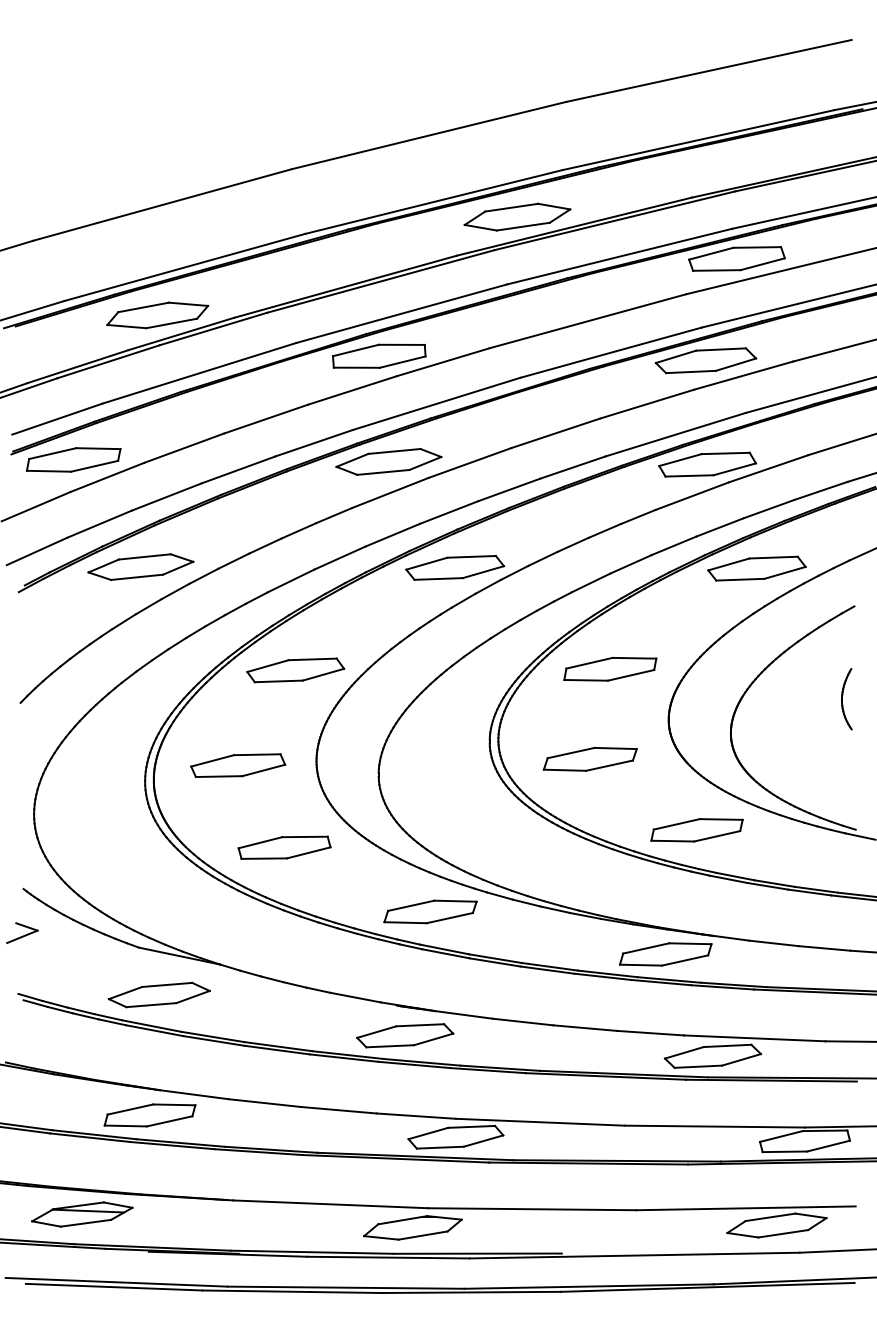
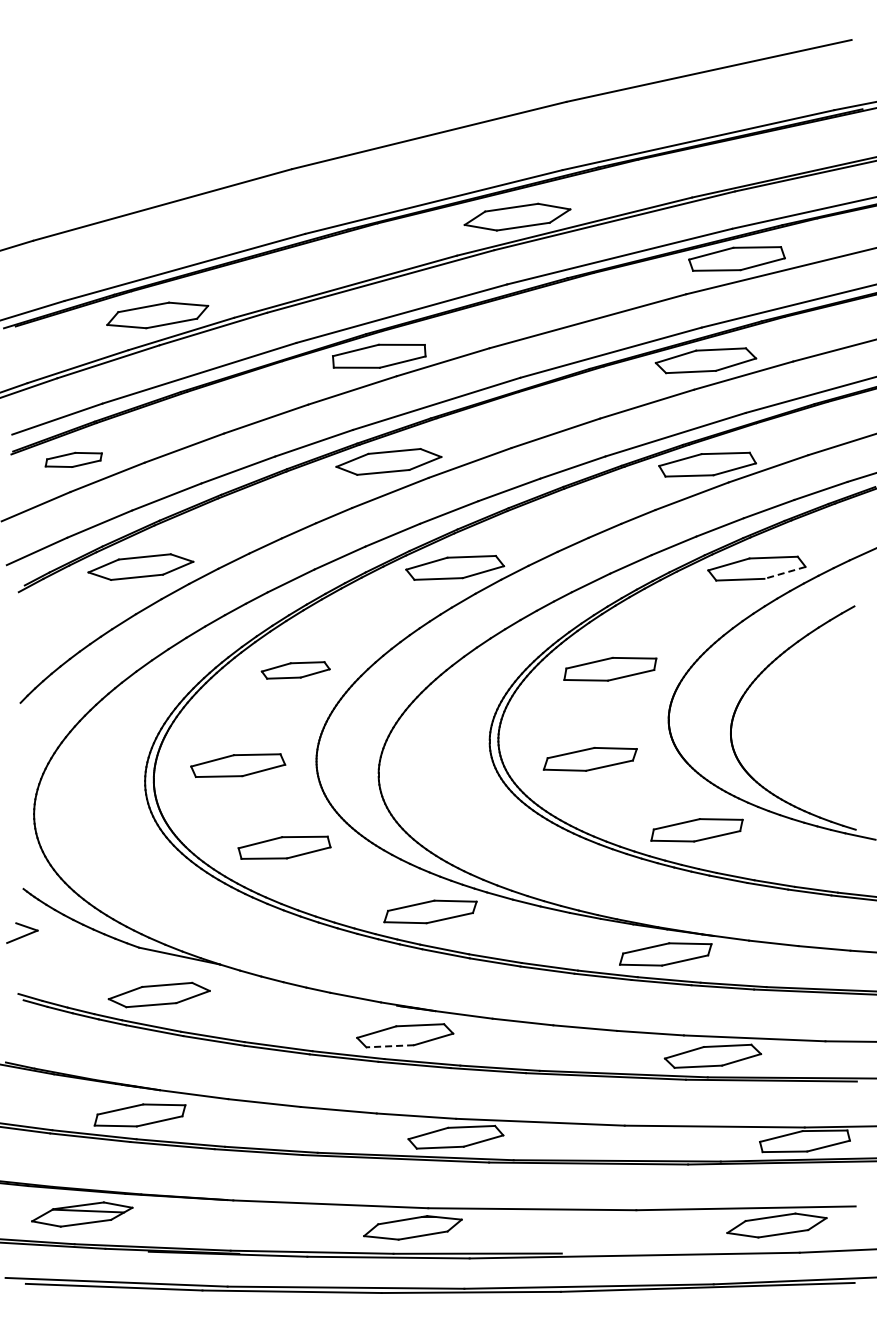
part at (73, 459) size: 96x26 px -> 59x17 px
line at (784, 573): solid -> dashed
part at (295, 670) size: 100x27 px -> 71x19 px
part at (846, 699): present -> none
line at (390, 1046): solid -> dashed
part at (149, 1115) position: (149, 1115) -> (139, 1115)
